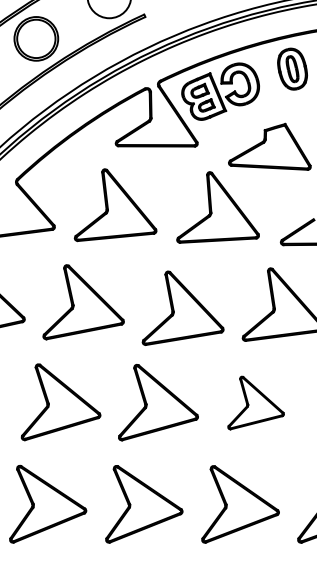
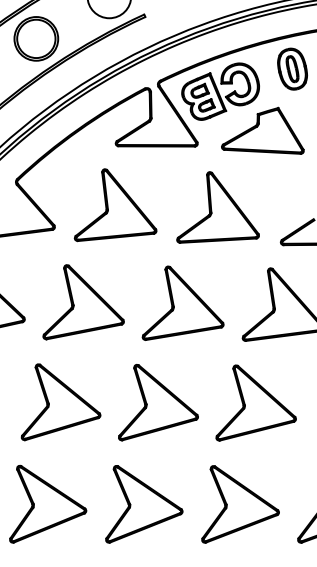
part at (269, 146) position: (269, 146) -> (262, 130)
part at (182, 307) position: (182, 307) -> (182, 302)
part at (255, 402) size: 58x56 px -> 82x78 px
